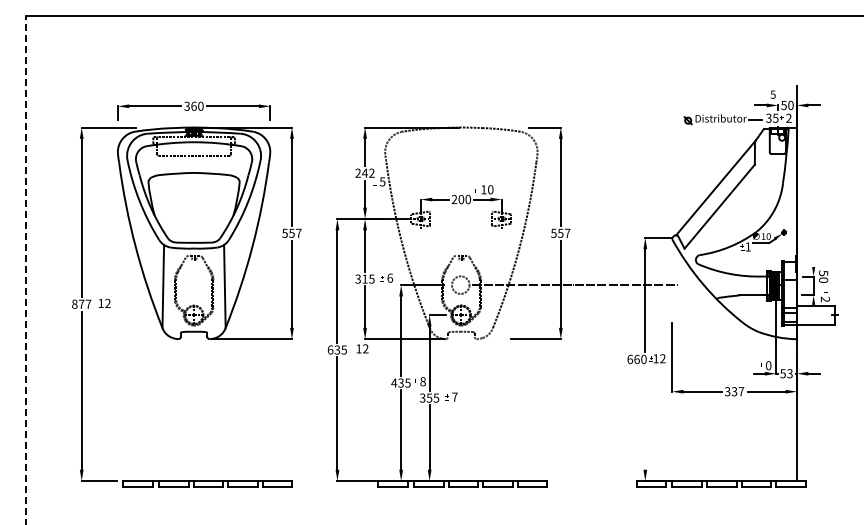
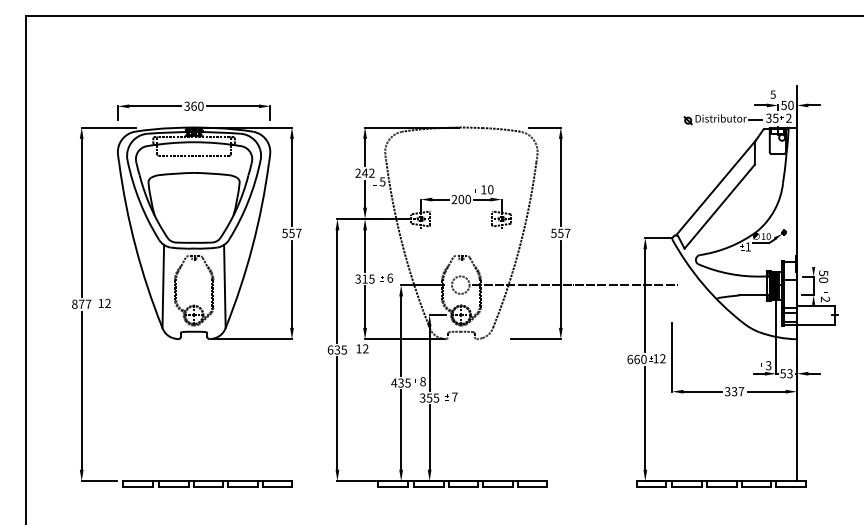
line at (25, 269): dashed -> solid
text at (768, 365): 0 -> 3
line at (645, 417): none -> present
